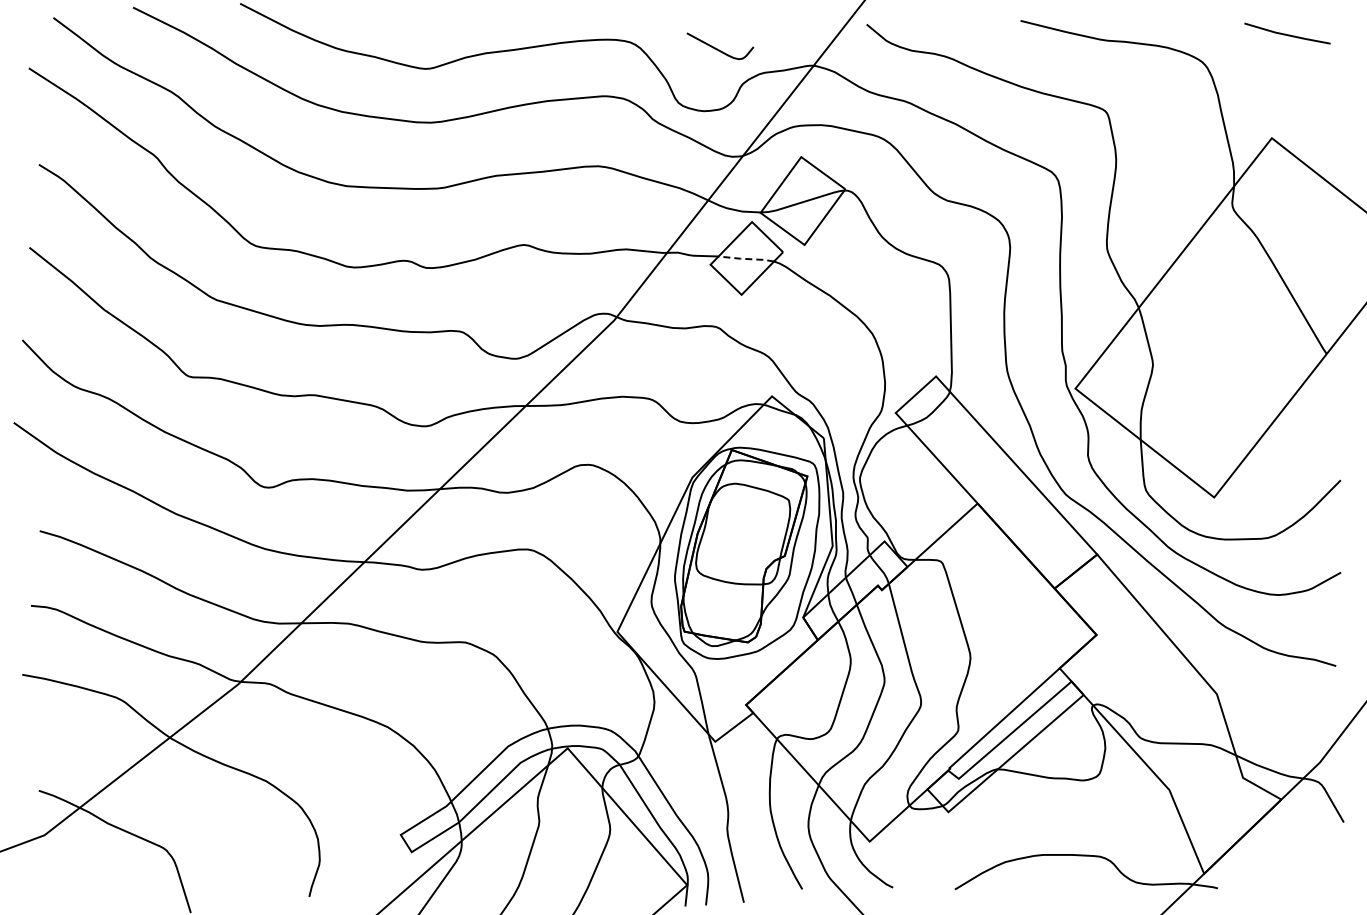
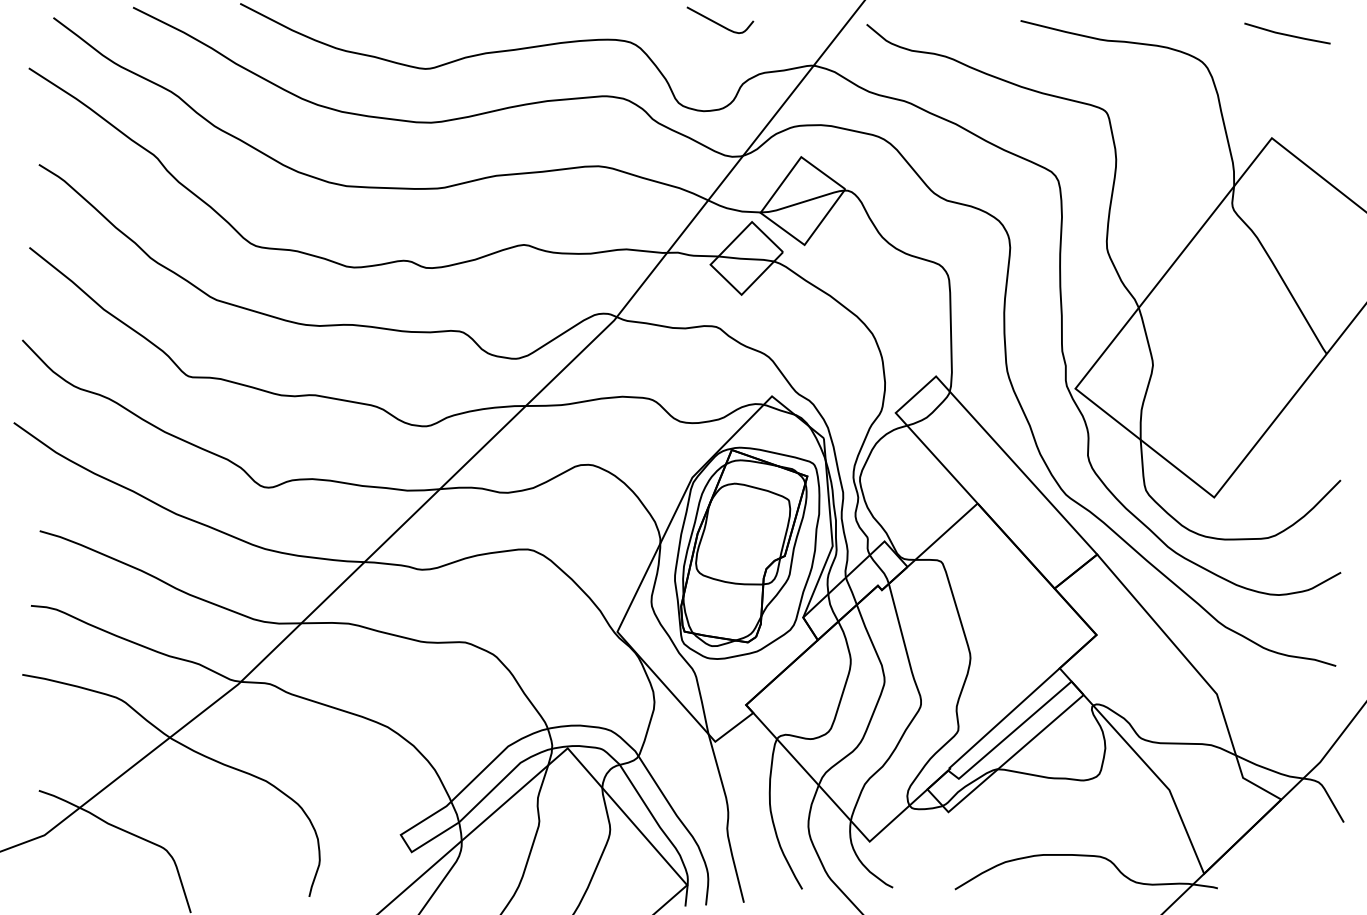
curve at (719, 49) position: (719, 49) -> (719, 23)
line at (746, 259): dashed -> solid
